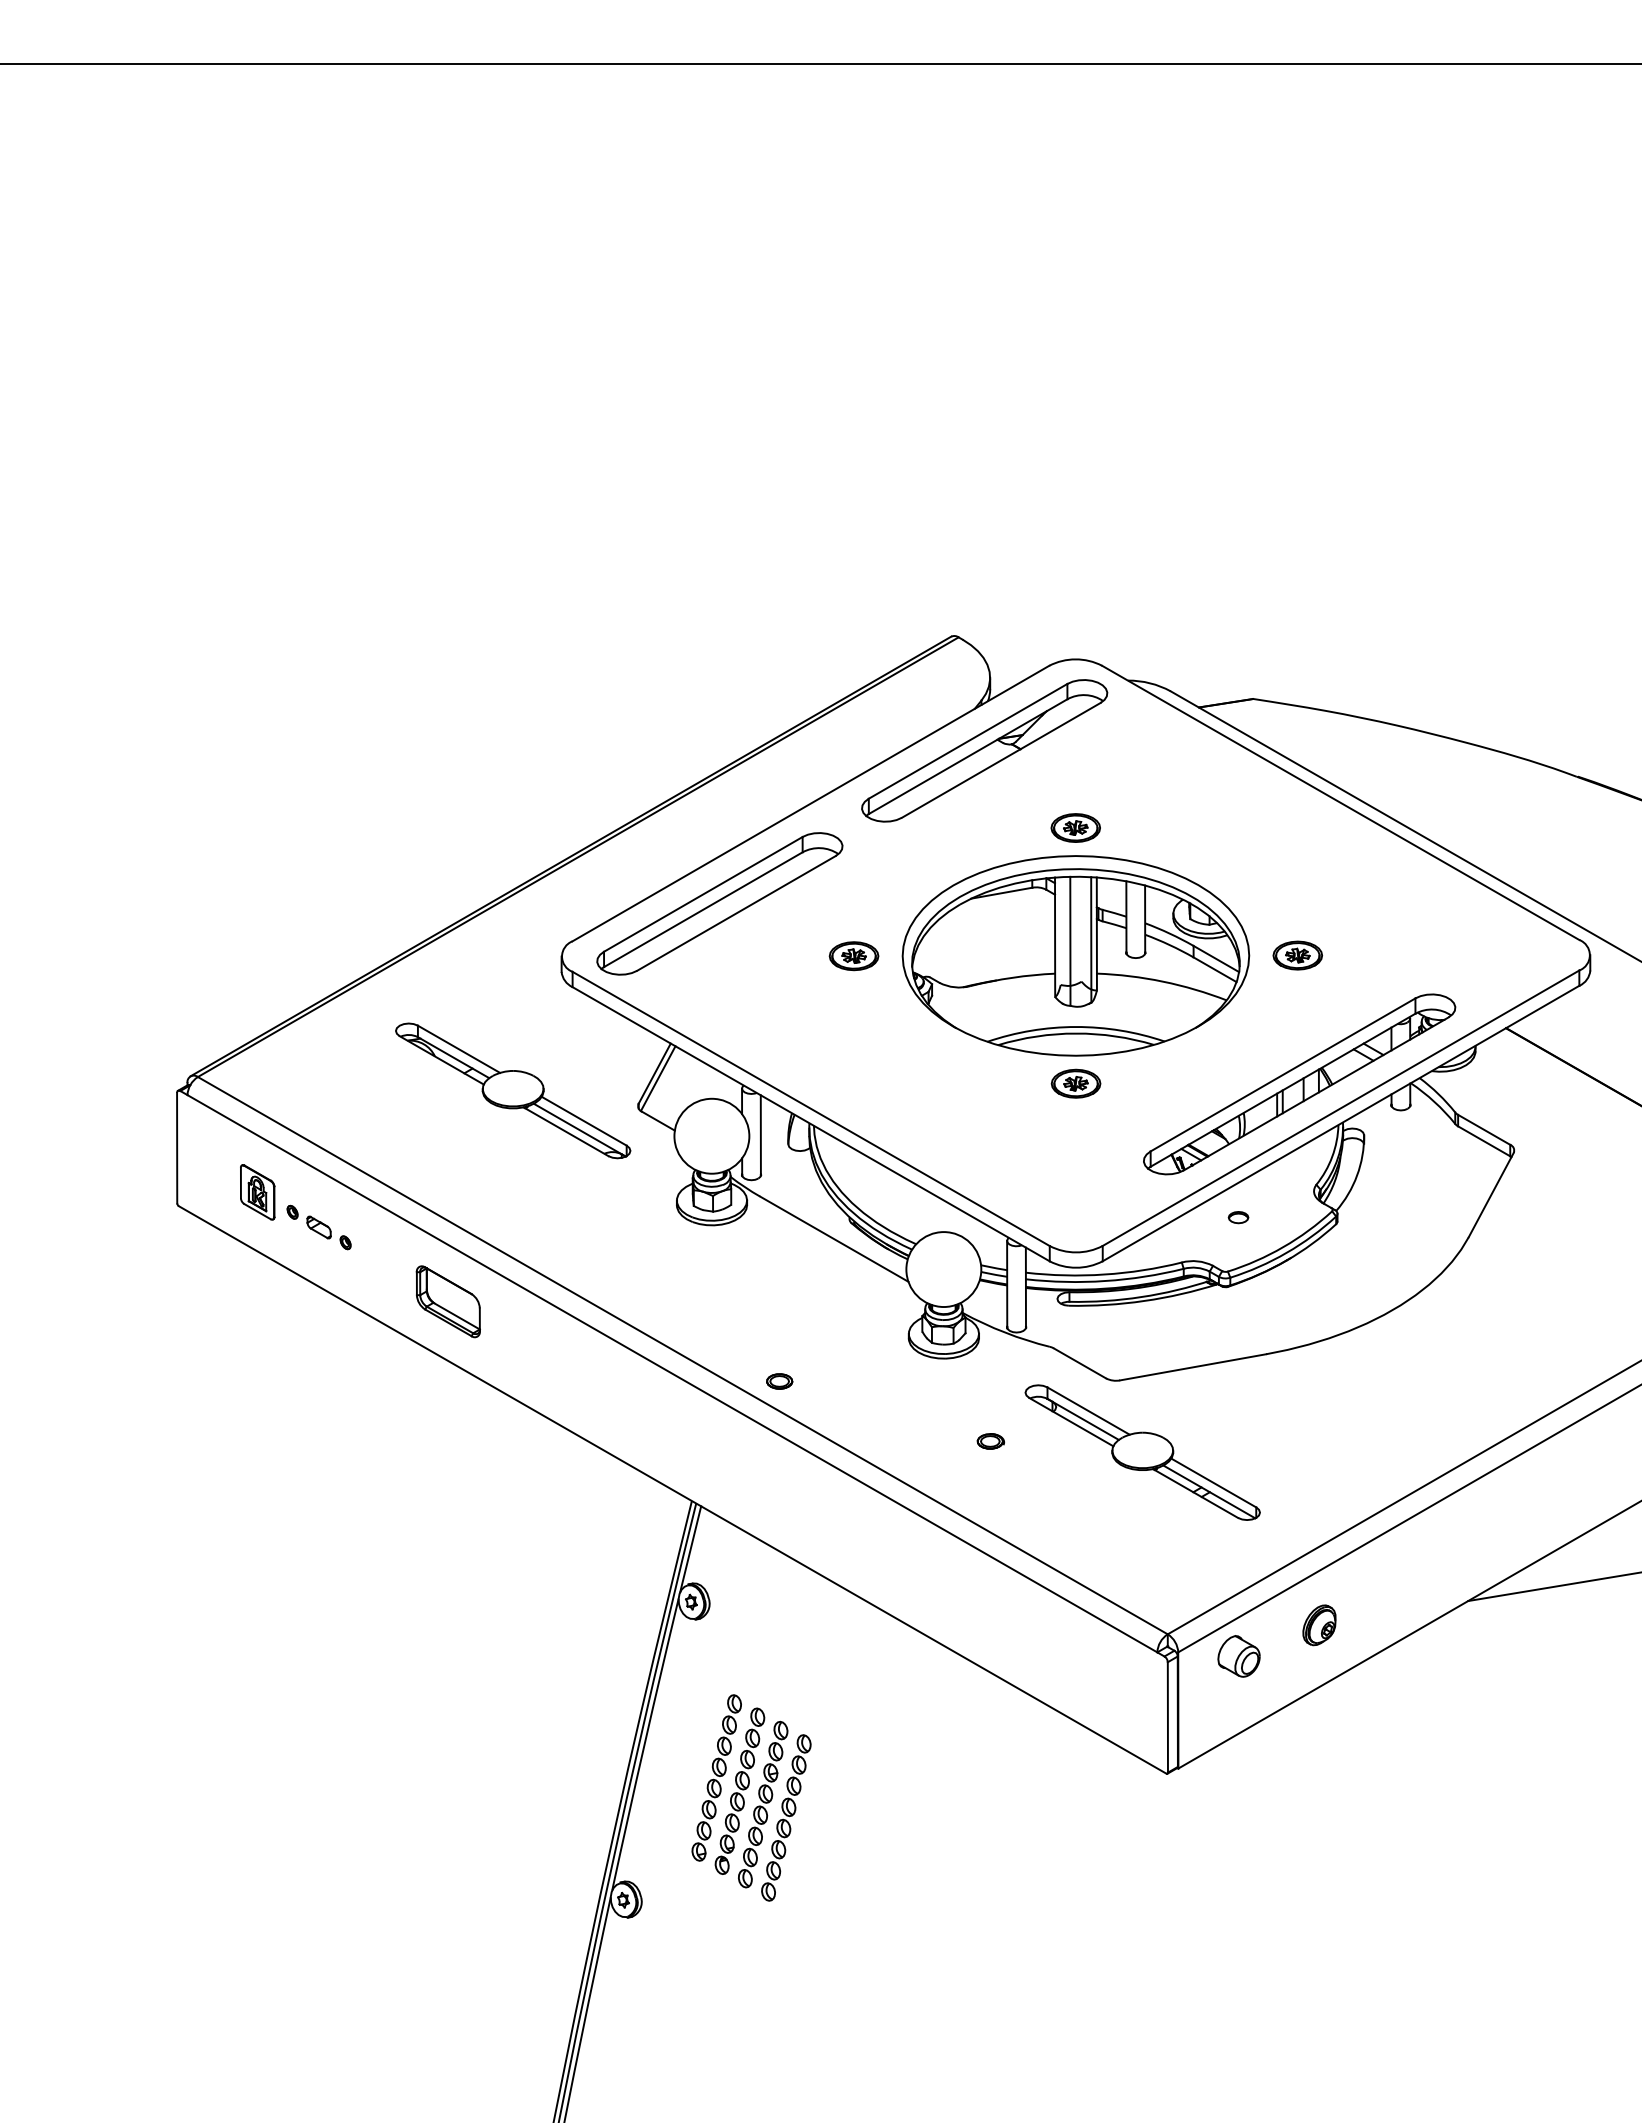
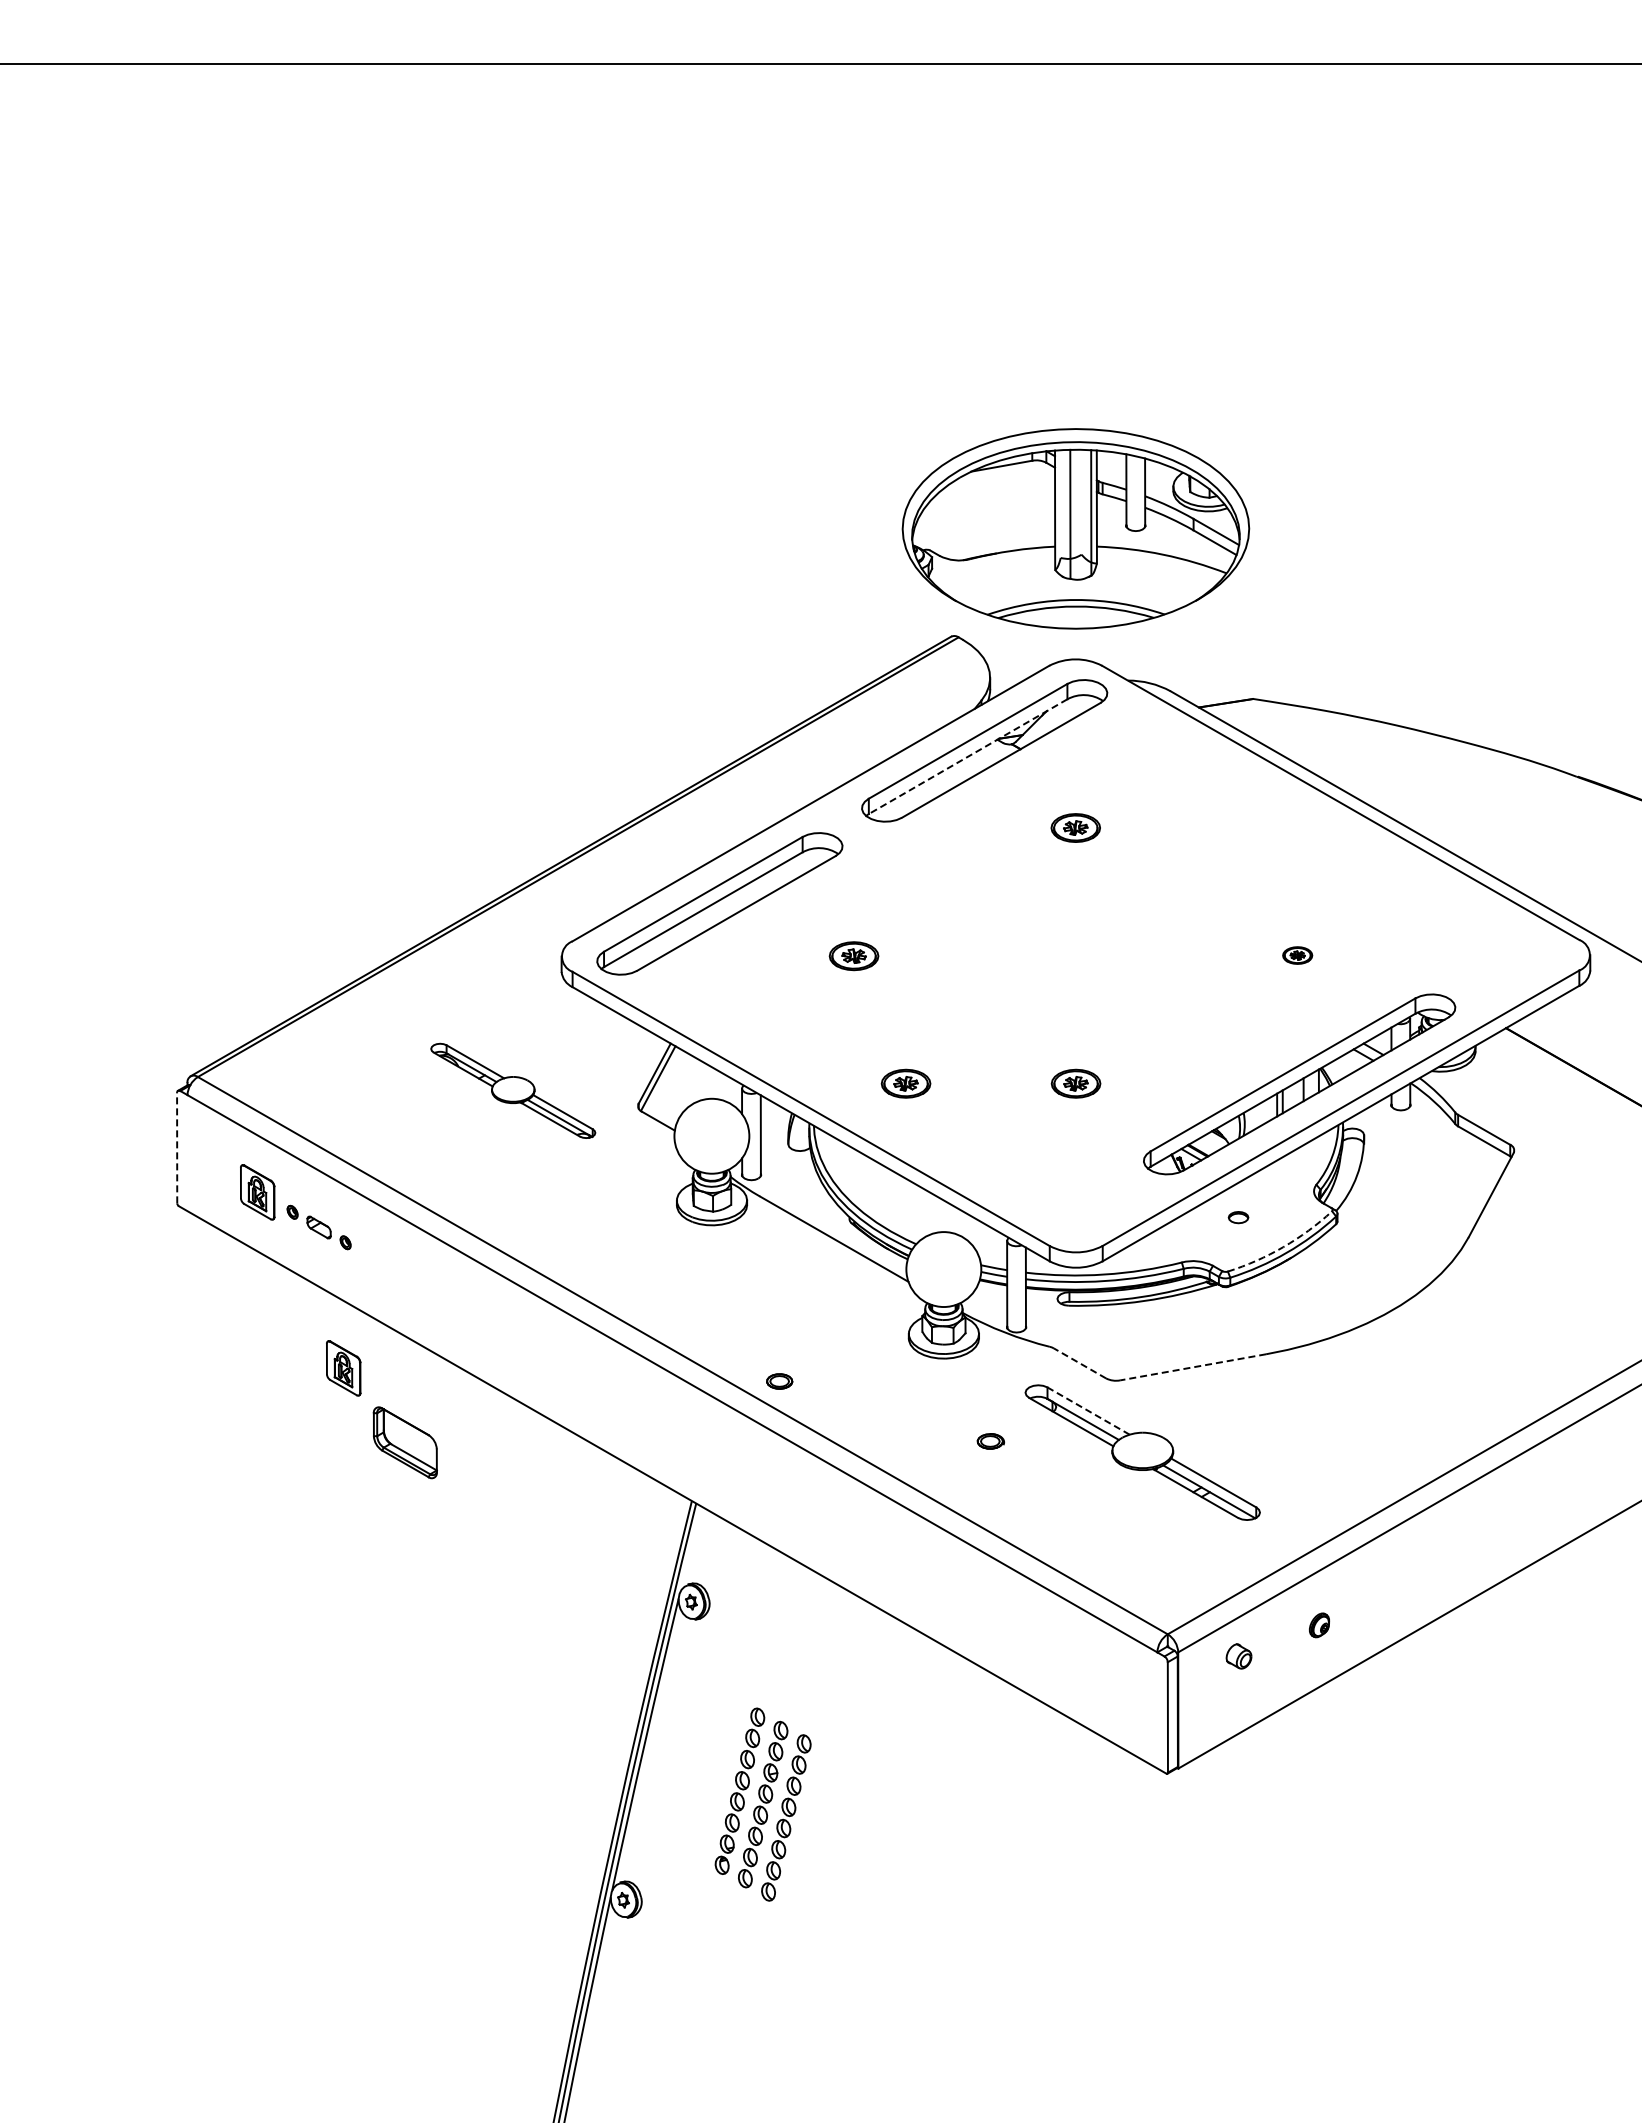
line at (968, 756): solid -> dashed
part at (1075, 955) position: (1075, 955) -> (1075, 528)
part at (1297, 955) size: 51x31 px -> 32x19 px
part at (905, 1083): none -> present
part at (513, 1090) size: 237x138 px -> 167x97 px
line at (177, 1147): solid -> dashed
arc at (1283, 1247): solid -> dashed
part at (447, 1301) position: (447, 1301) -> (404, 1442)
line at (1079, 1363): solid -> dashed
line at (1192, 1367): solid -> dashed
part at (343, 1368): none -> present
line at (1088, 1410): solid -> dashed
line at (690, 1549): present -> none
line at (1553, 1586): present -> none
part at (1319, 1625) size: 35x43 px -> 22x27 px
part at (1238, 1656) size: 44x43 px -> 28x27 px
part at (716, 1777): present -> none
